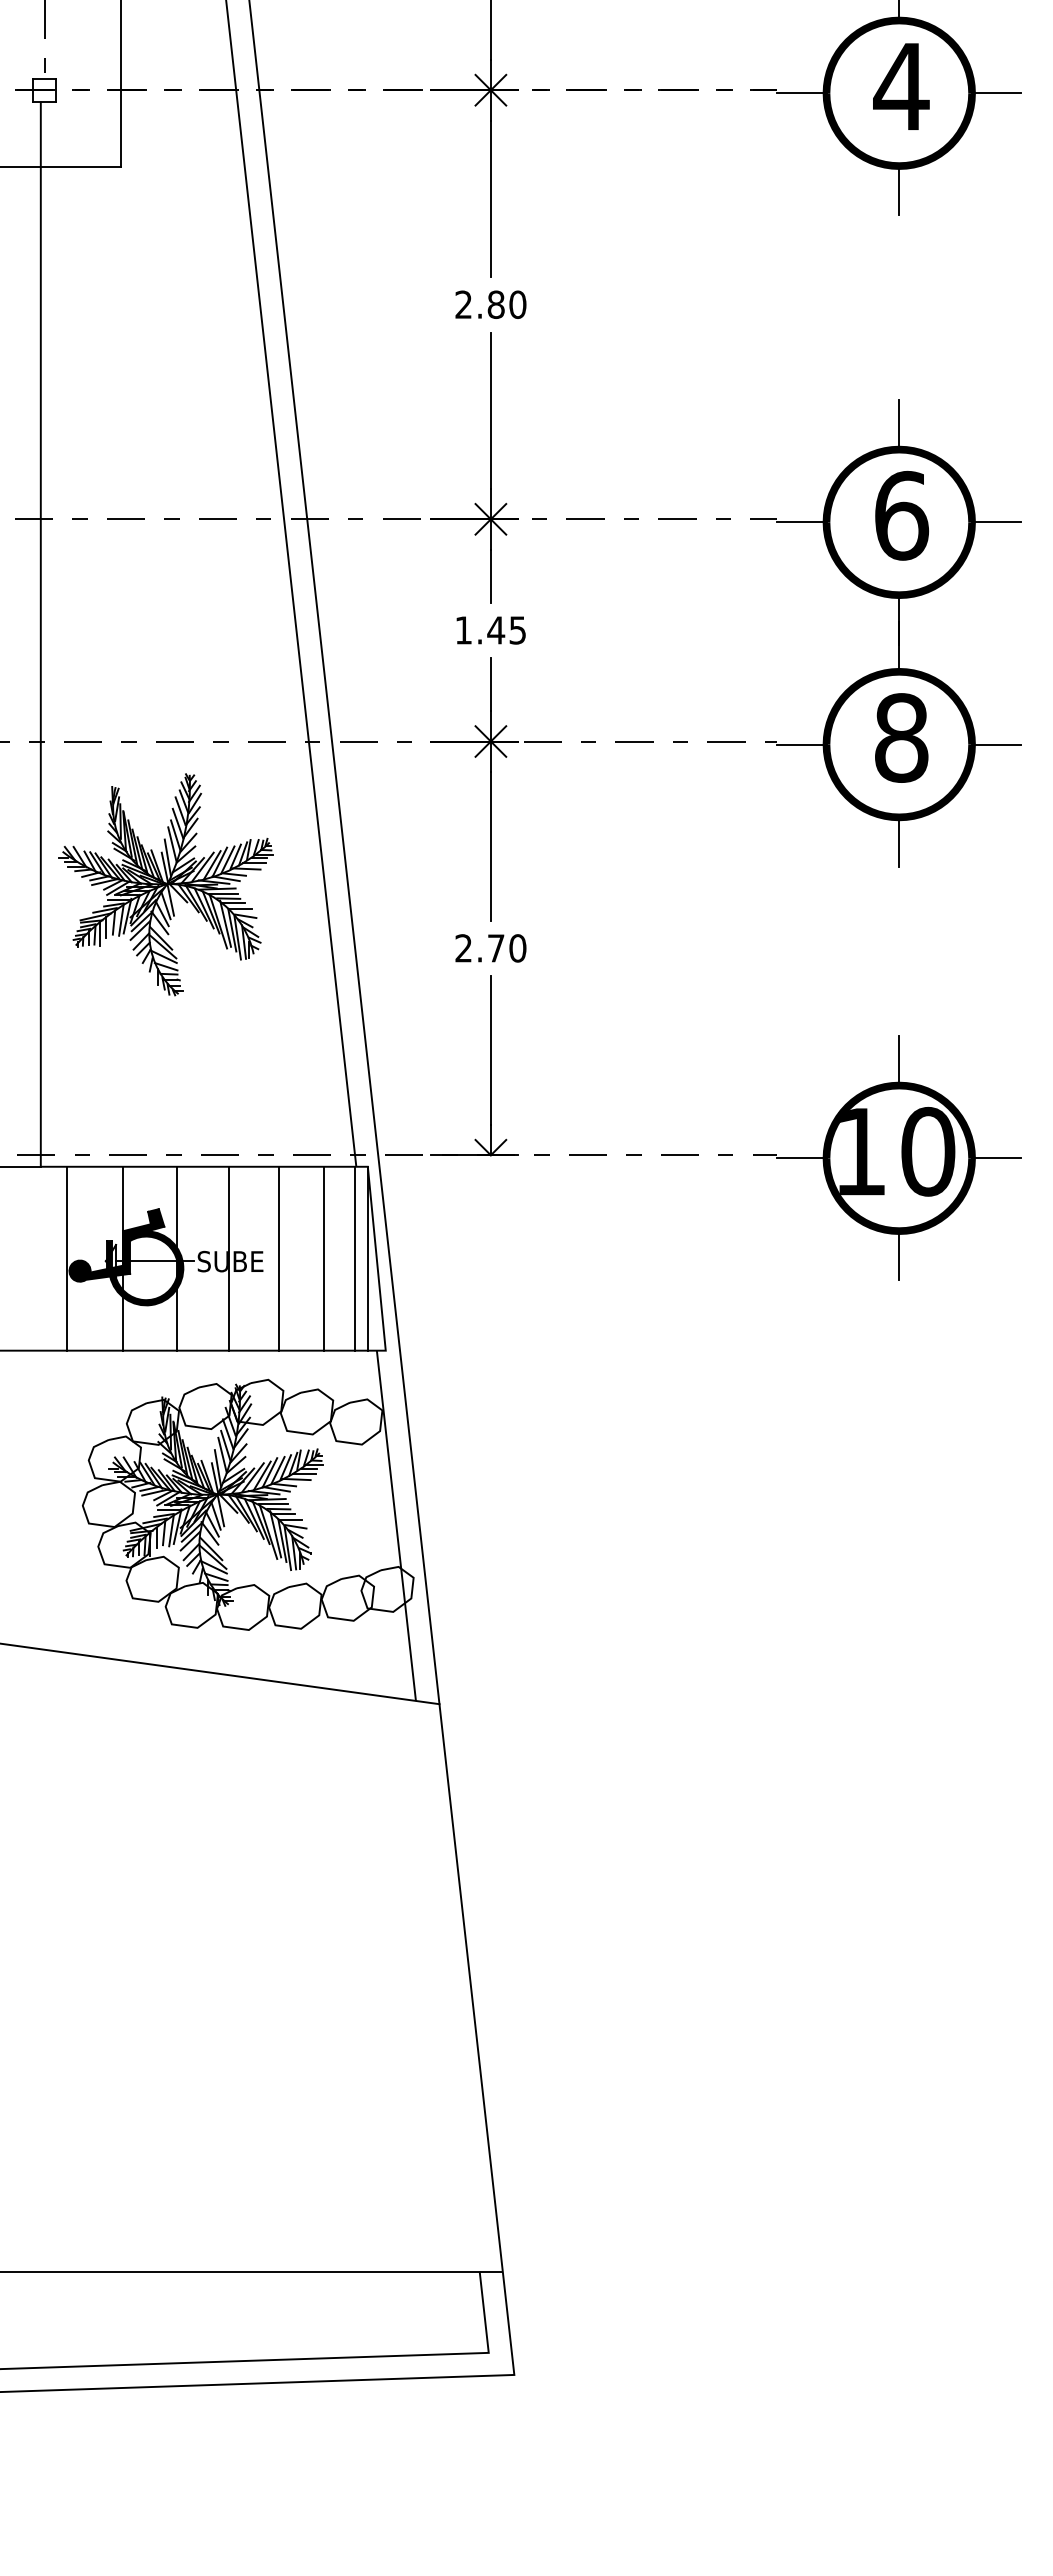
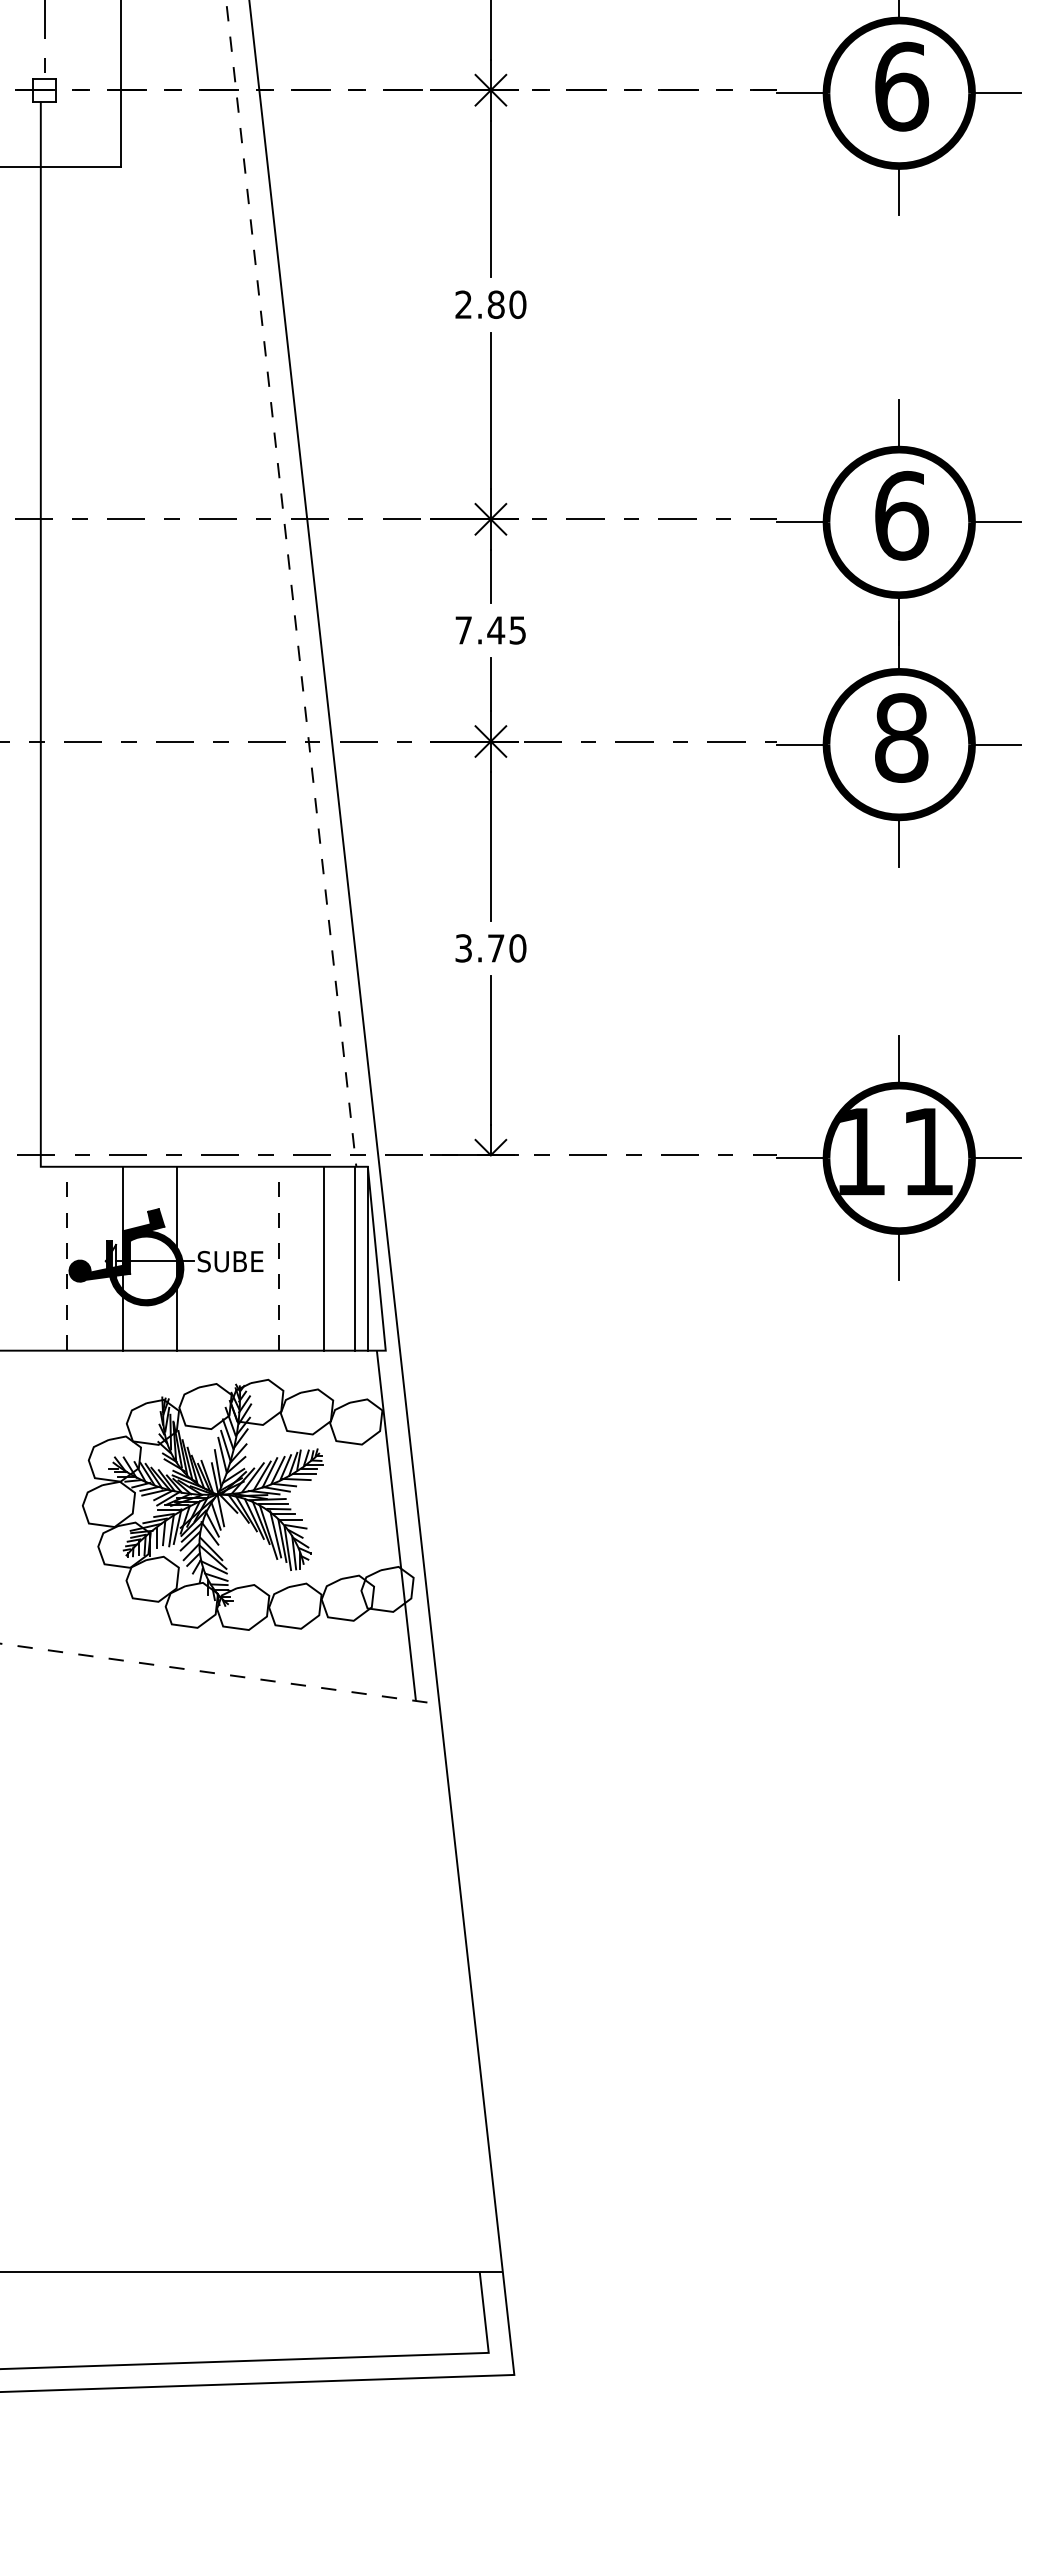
text at (901, 86): 4 -> 6
line at (291, 583): solid -> dashed
text at (463, 630): 1.45 -> 7.45
part at (165, 884): present -> none
text at (463, 948): 2.70 -> 3.70
text at (928, 1151): 10 -> 11
line at (21, 1166): present -> none
line at (67, 1258): solid -> dashed
line at (228, 1258): present -> none
line at (278, 1258): solid -> dashed
line at (219, 1673): solid -> dashed
